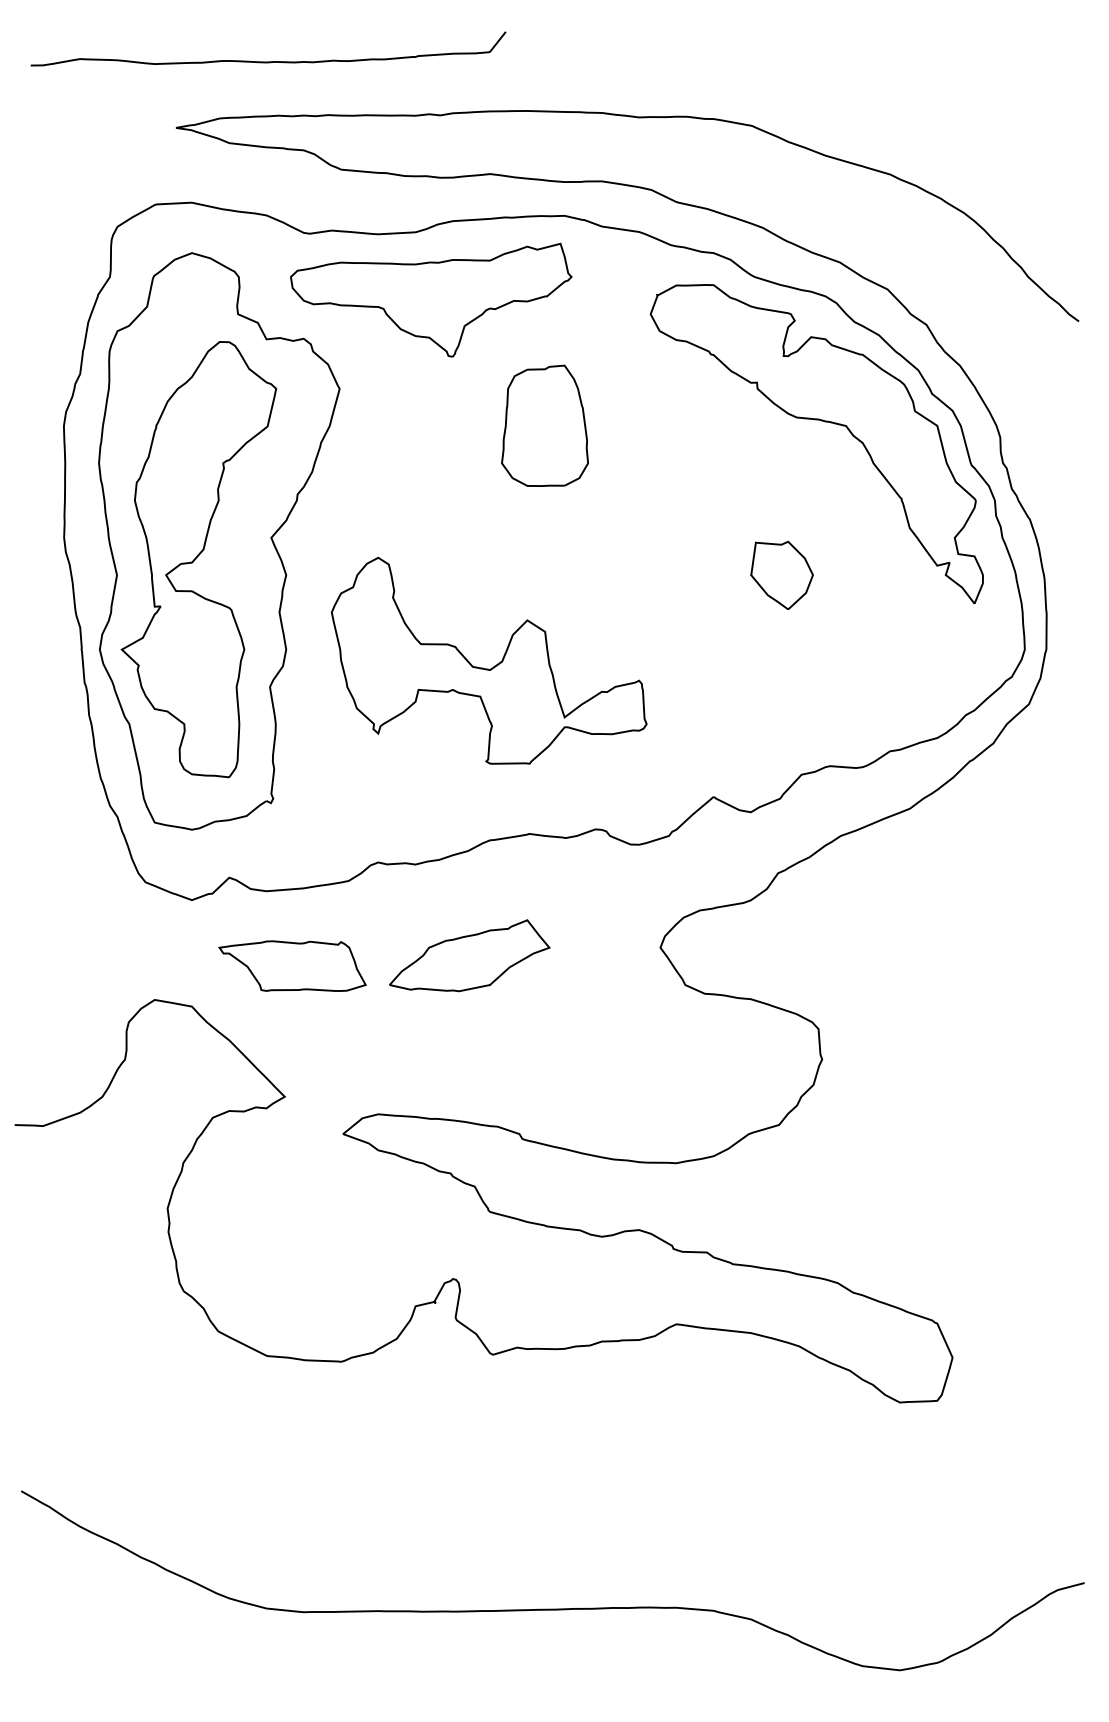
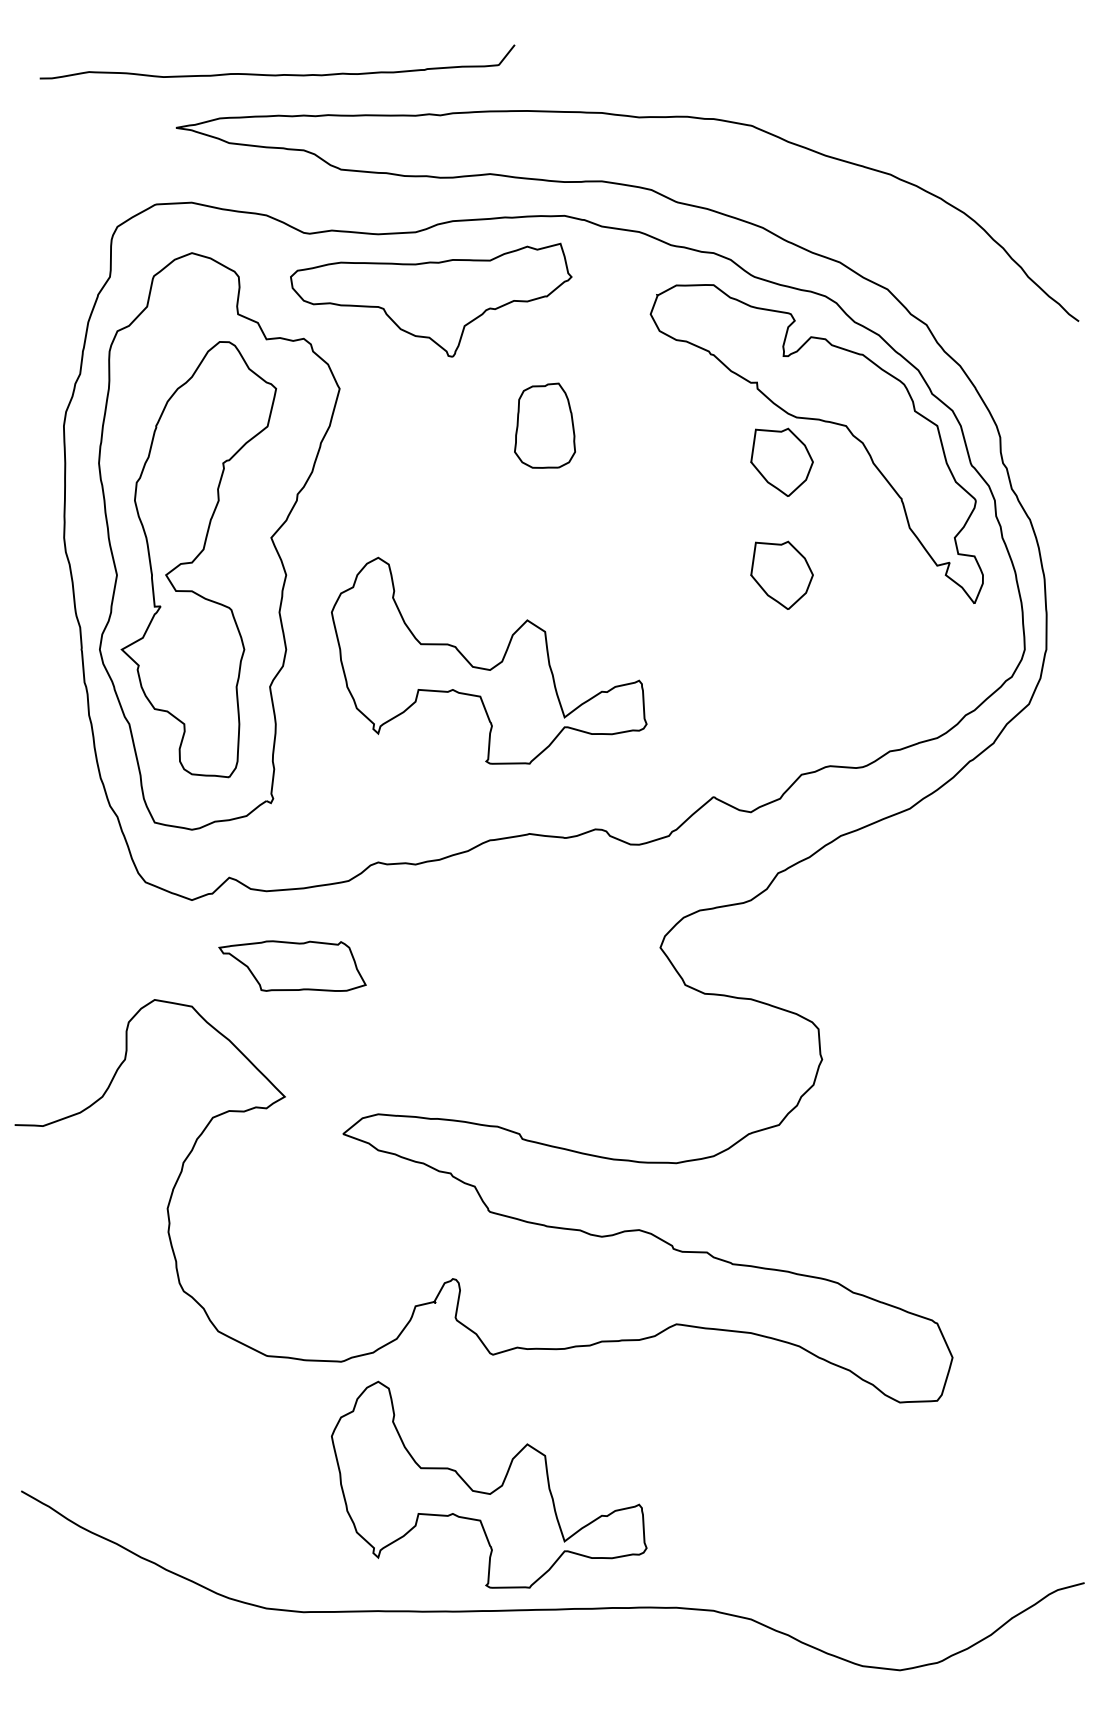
curve at (268, 61) position: (268, 61) -> (277, 74)
part at (544, 425) size: 88x123 px -> 62x87 px
part at (781, 461): none -> present
part at (469, 955): present -> none
part at (494, 1489): none -> present
